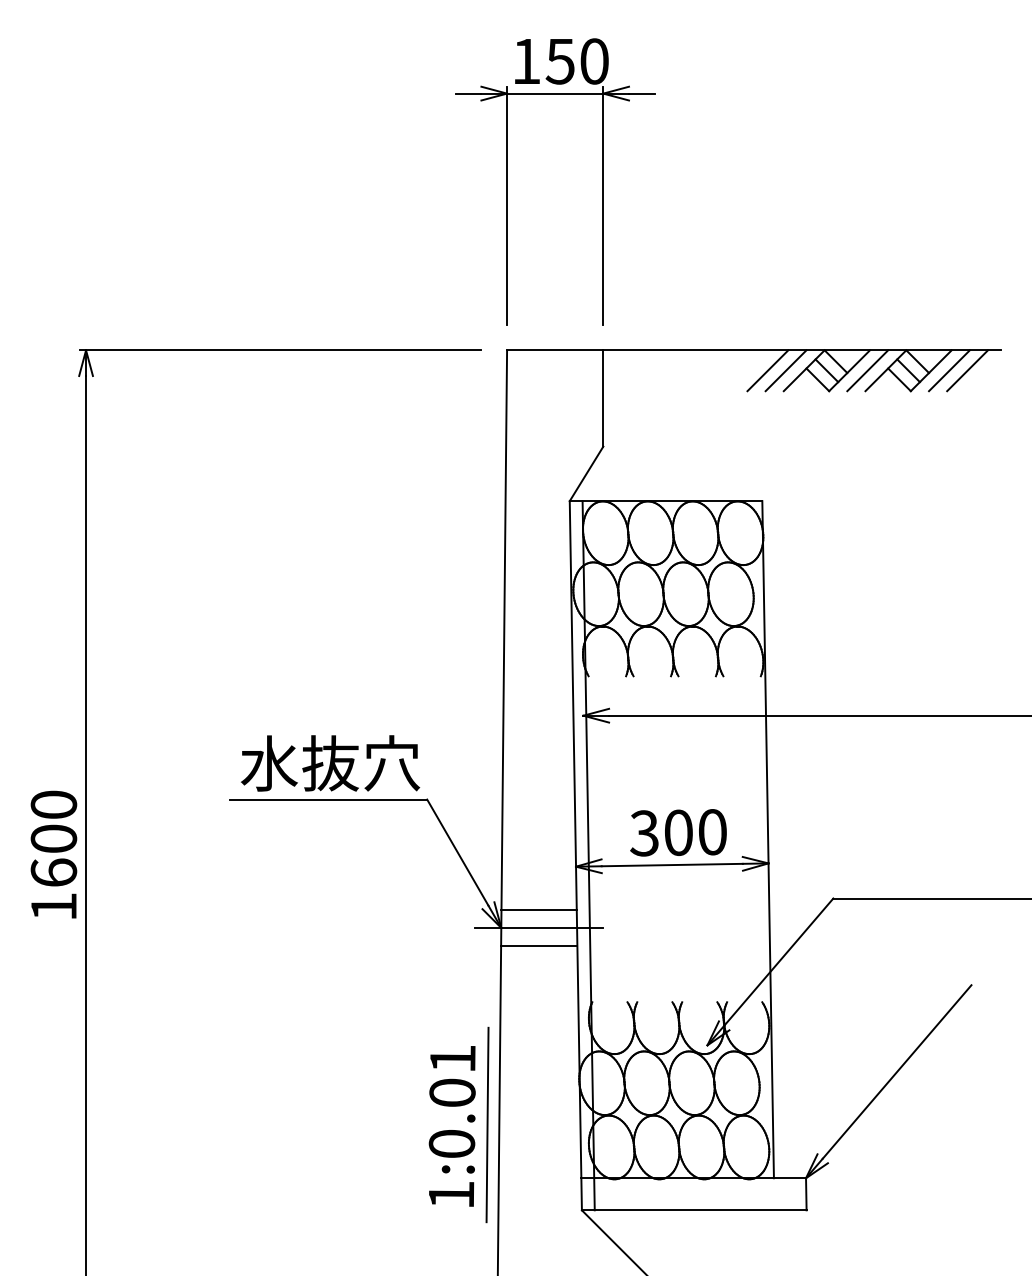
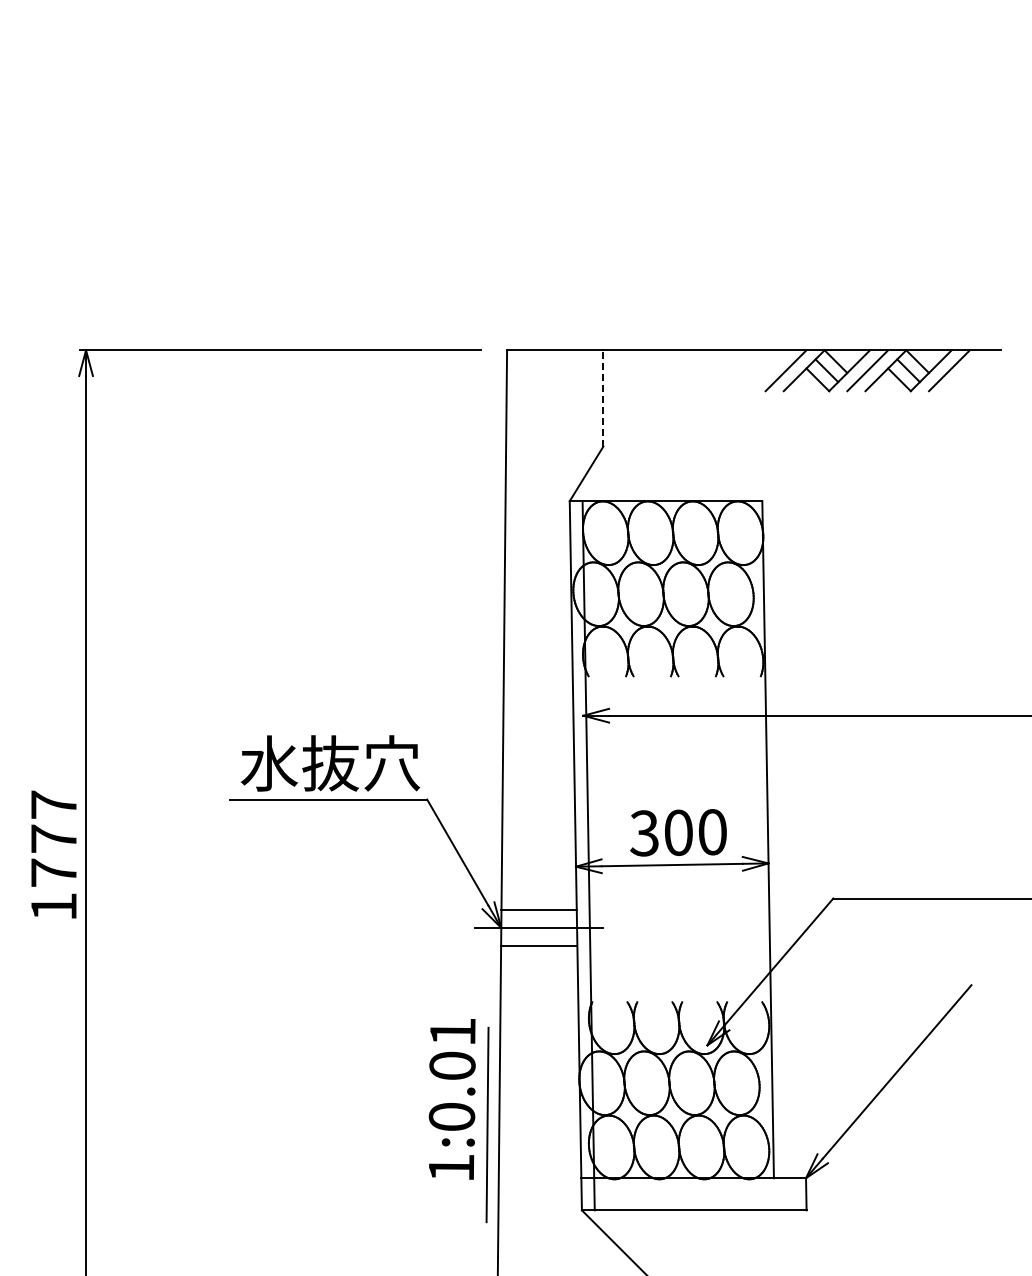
part at (602, 181): present -> none
line at (767, 370): present -> none
line at (967, 370): present -> none
line at (603, 397): solid -> dashed
text at (53, 838): 1600 -> 1777
text at (451, 1126) position: (451, 1126) -> (451, 1099)
